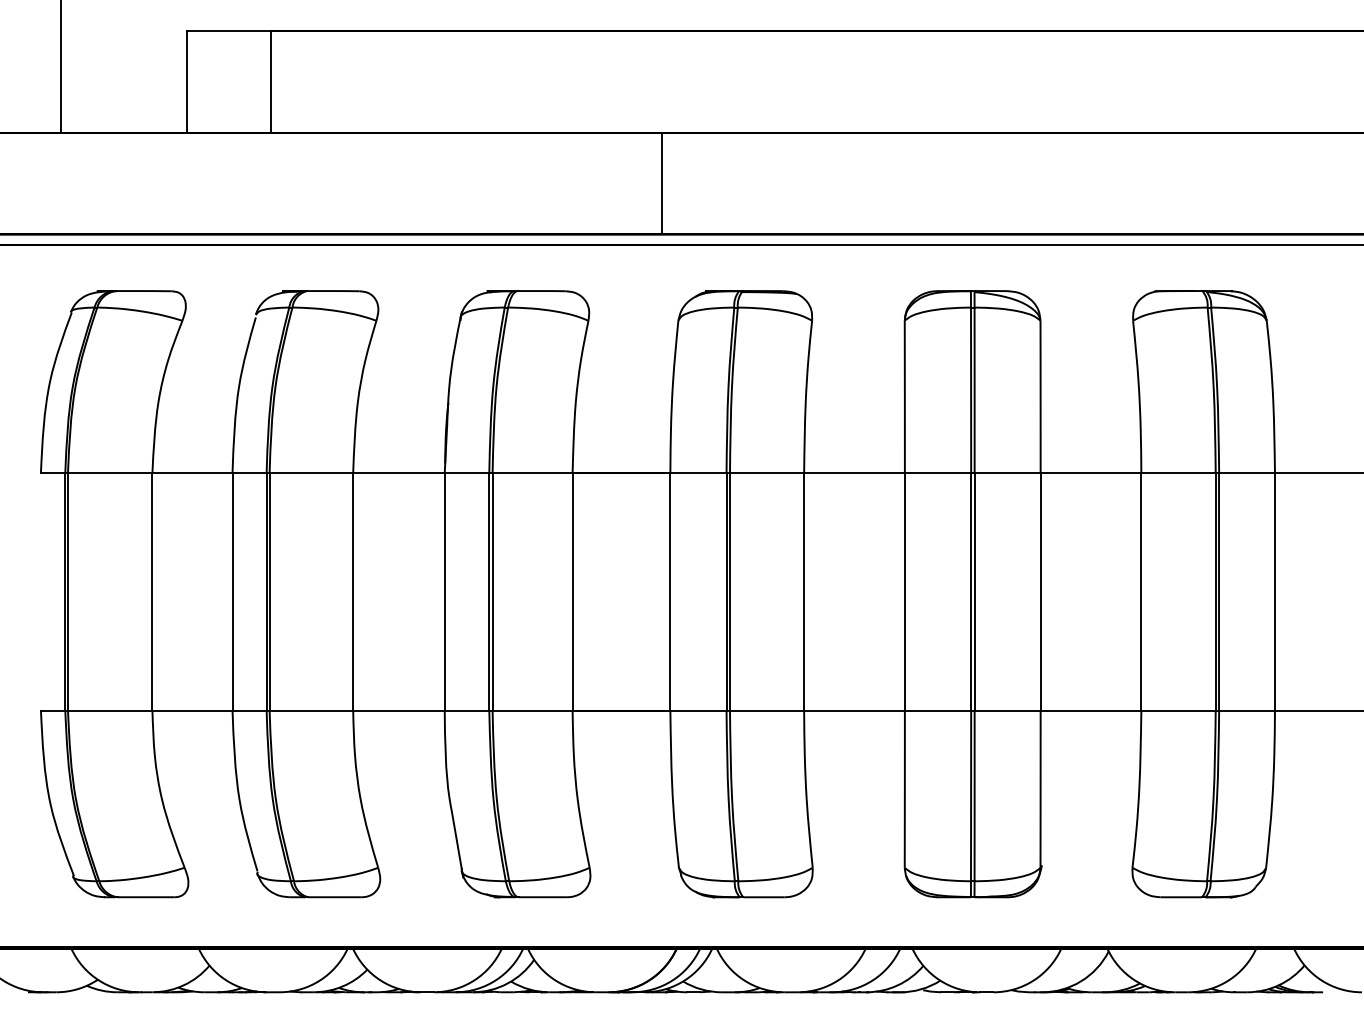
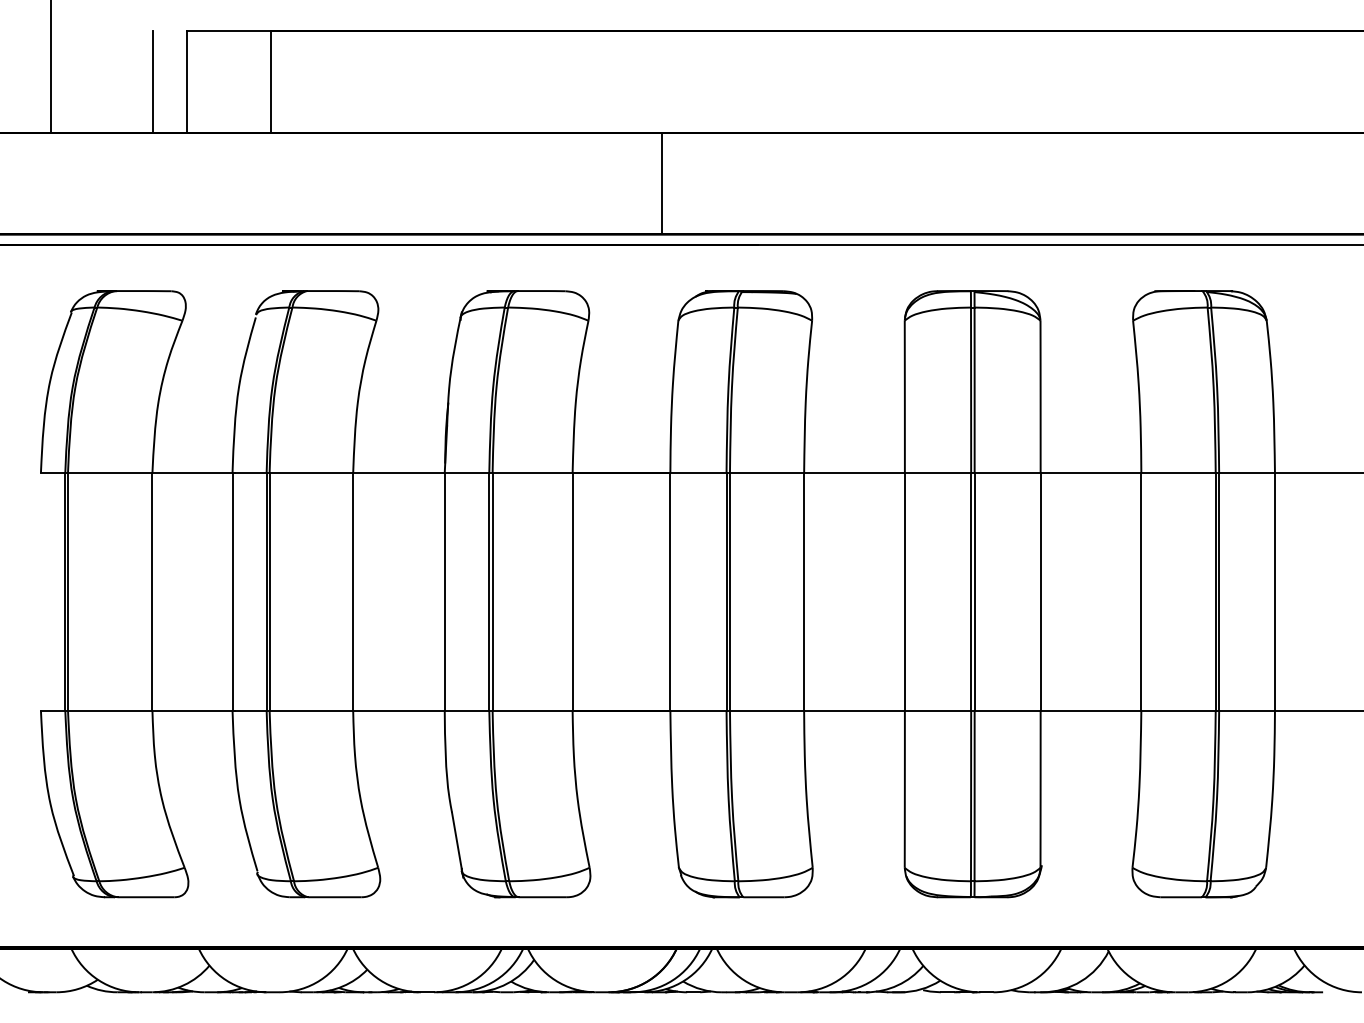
line at (60, 67) position: (60, 67) -> (50, 67)
line at (152, 81): none -> present
